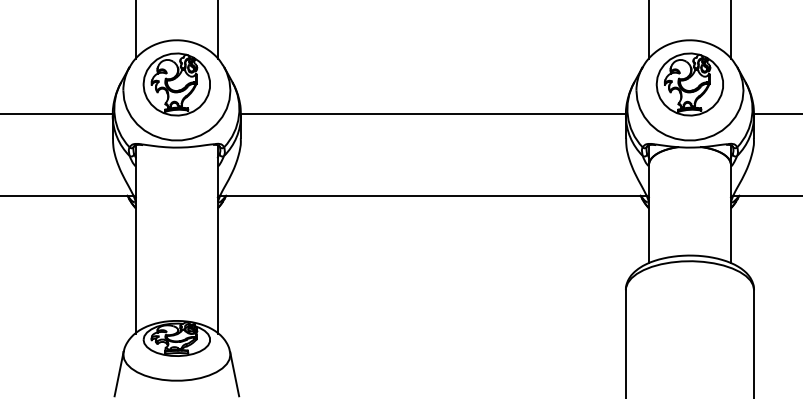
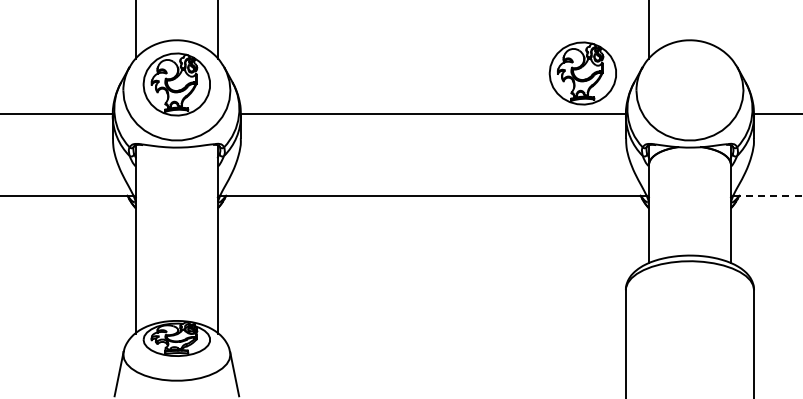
line at (731, 30): present -> none
part at (689, 84) position: (689, 84) -> (582, 73)
line at (768, 195): solid -> dashed
